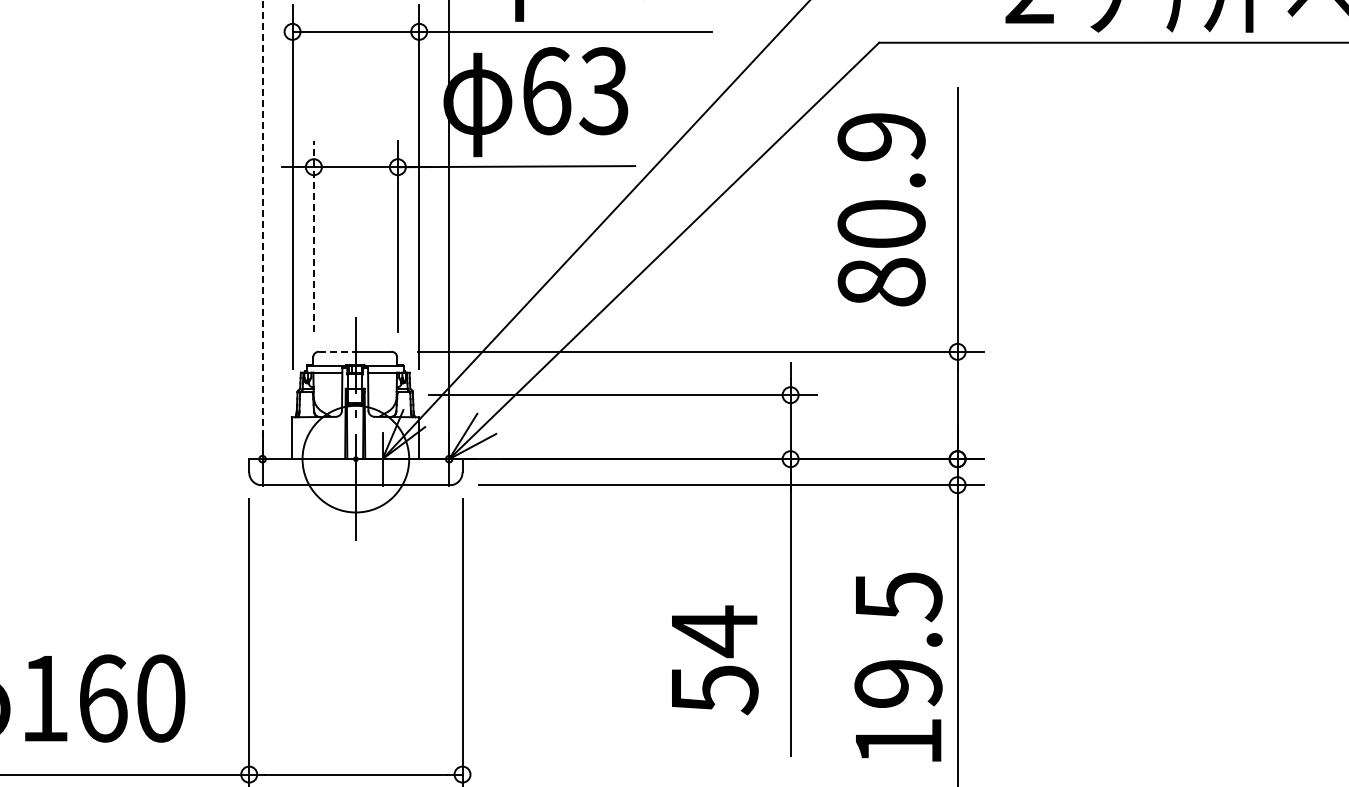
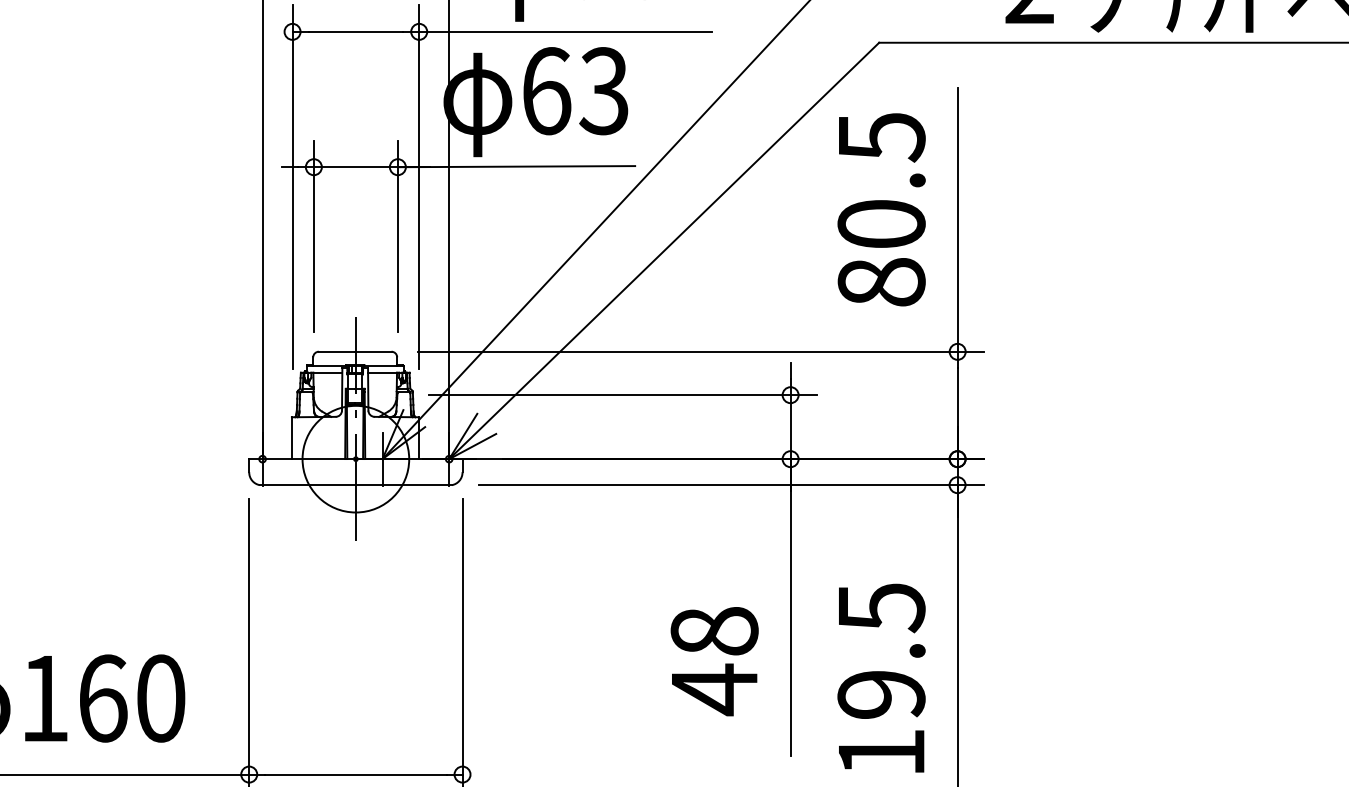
text at (881, 137): 80.9 -> 80.5
line at (262, 229): dashed -> solid
line at (313, 236): dashed -> solid
line at (337, 351): dashed -> solid
text at (714, 660): 54 -> 48
text at (898, 666) position: (898, 666) -> (881, 677)
